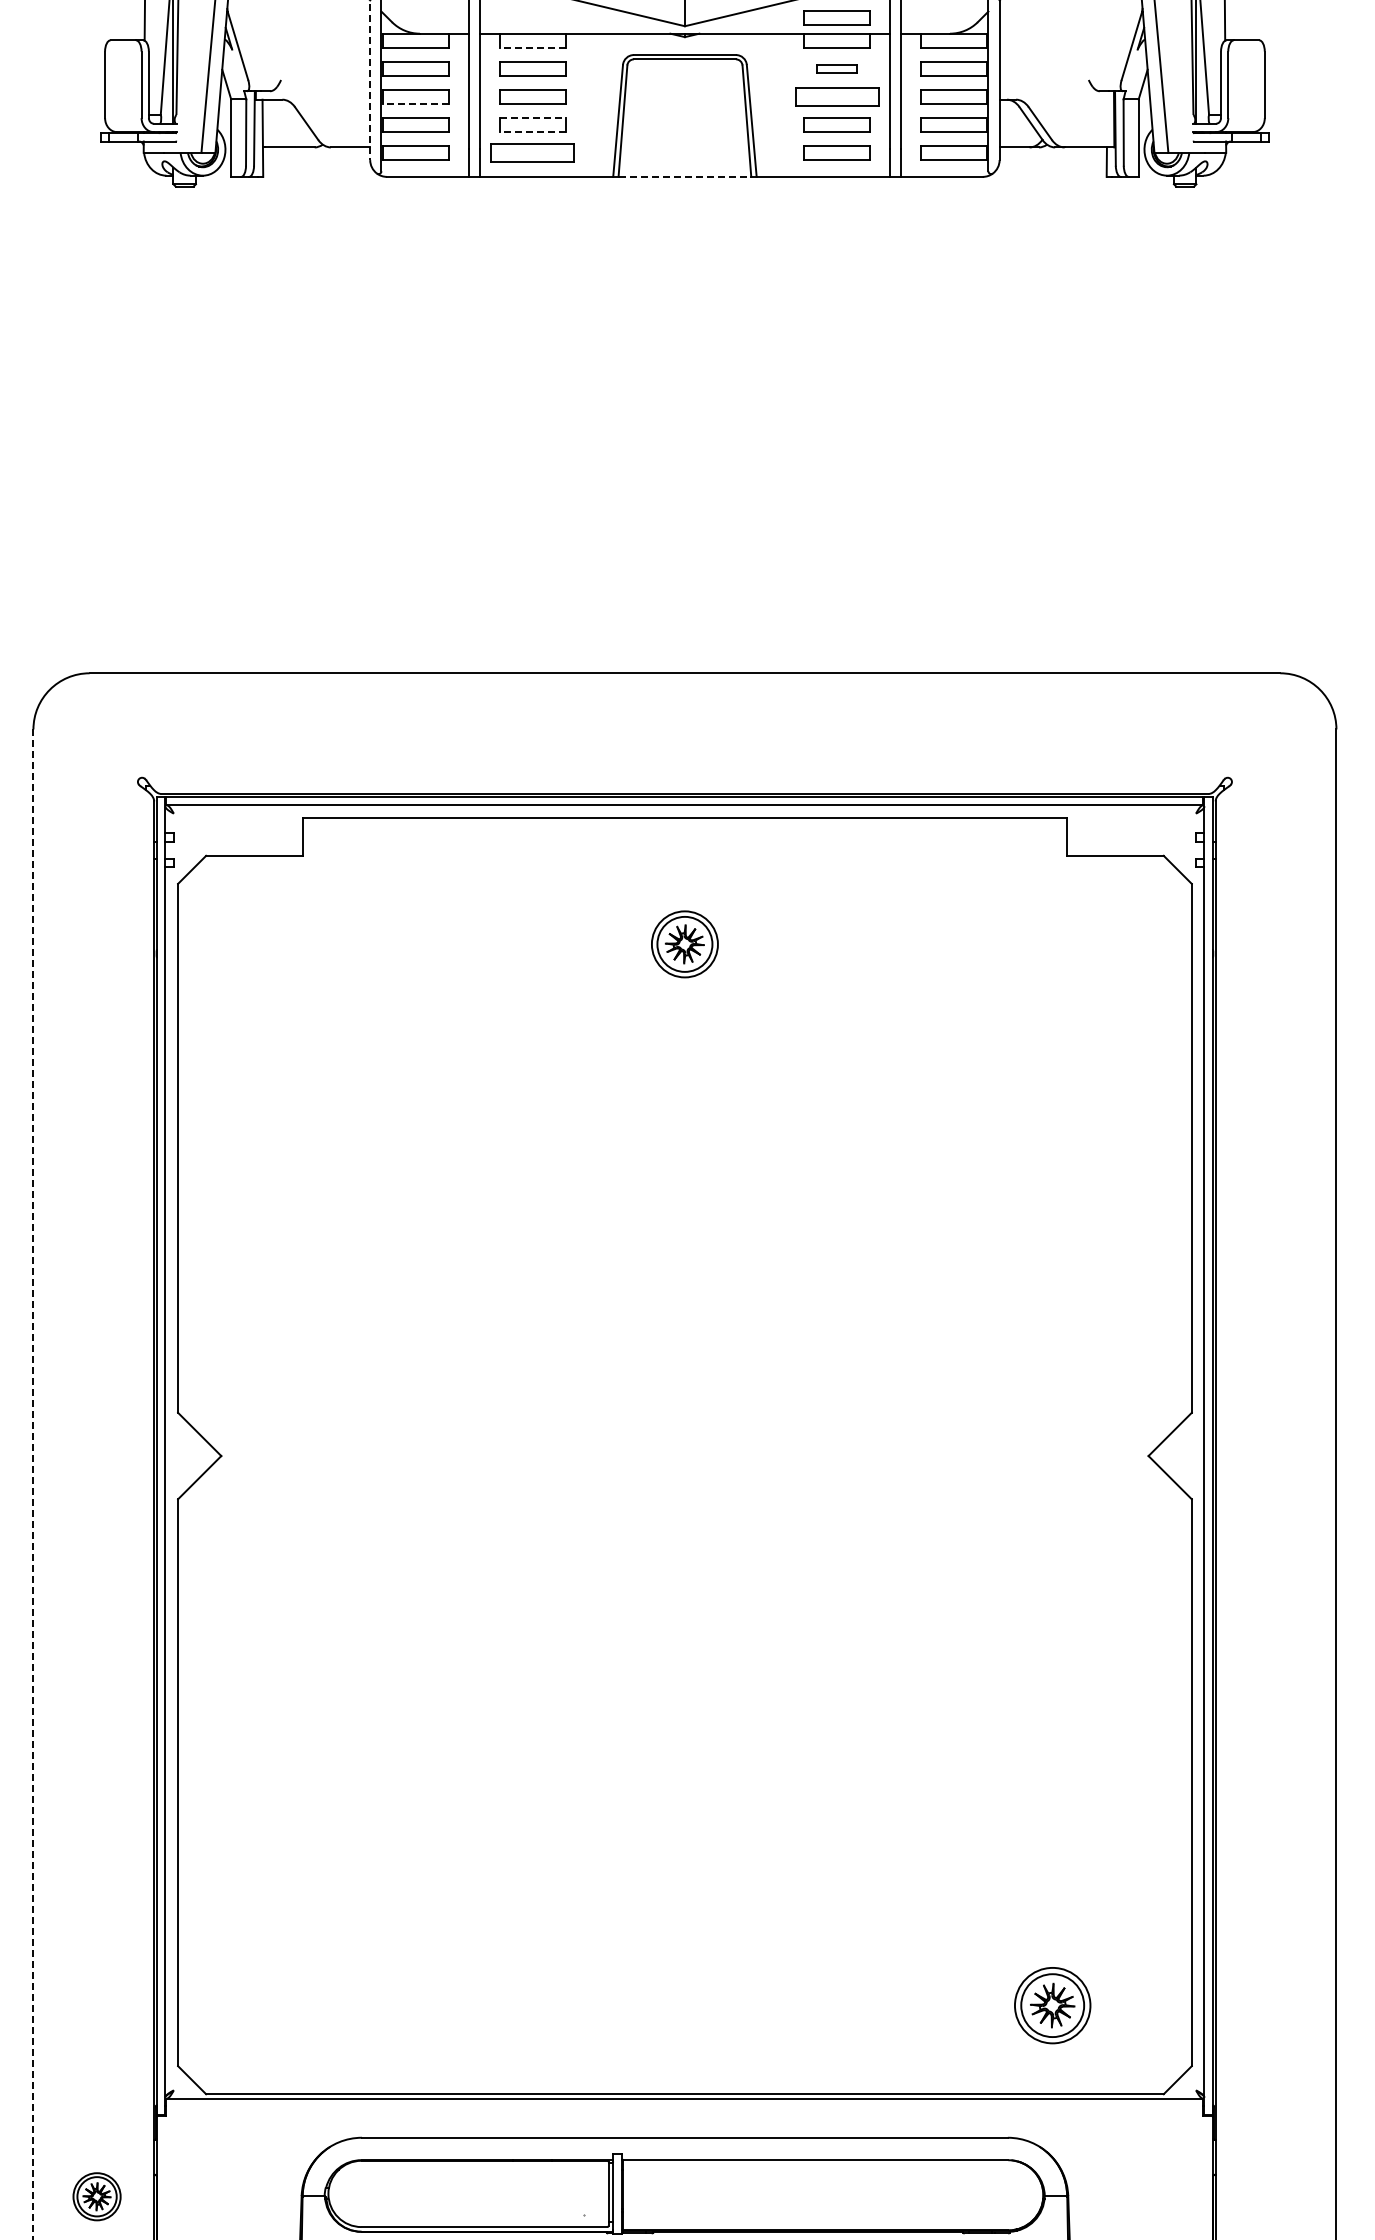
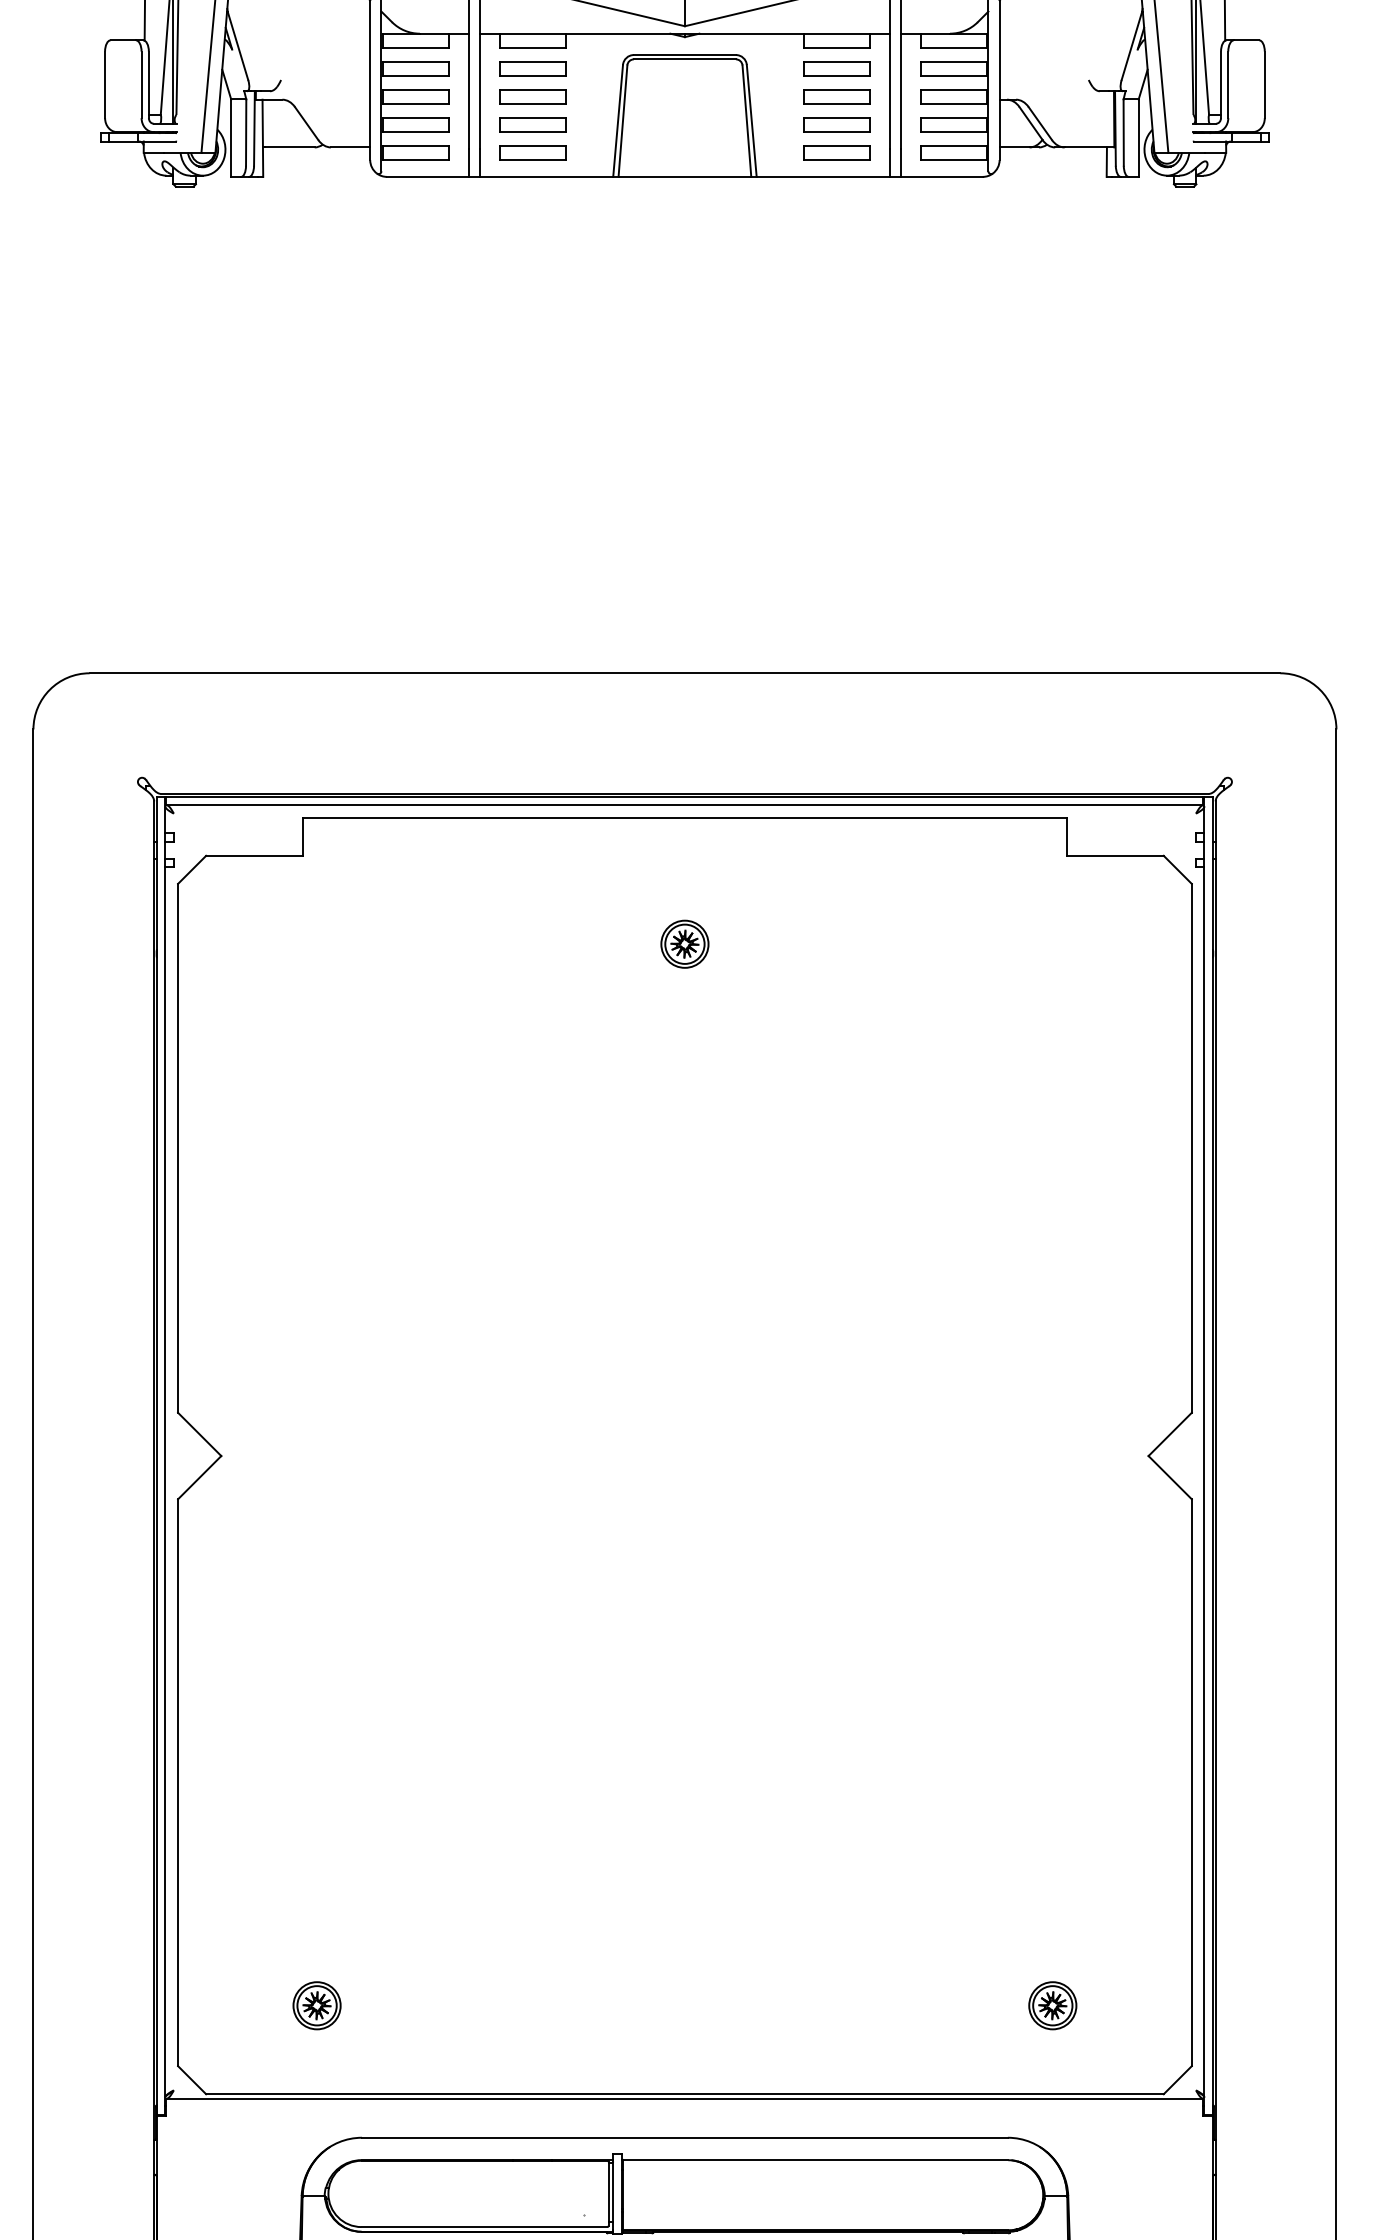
part at (836, 17): present -> none
line at (532, 47): dashed -> solid
part at (836, 68) size: 42x10 px -> 68x16 px
line at (370, 80): dashed -> solid
part at (837, 96) size: 85x20 px -> 68x16 px
line at (416, 103): dashed -> solid
line at (532, 117): dashed -> solid
line at (532, 131): dashed -> solid
part at (532, 152) size: 85x20 px -> 68x16 px
line at (685, 176): dashed -> solid
part at (684, 944) size: 68x69 px -> 50x50 px
line at (33, 1484): dashed -> solid
part at (1052, 2005) size: 78x78 px -> 50x50 px
part at (96, 2196) position: (96, 2196) -> (316, 2005)
